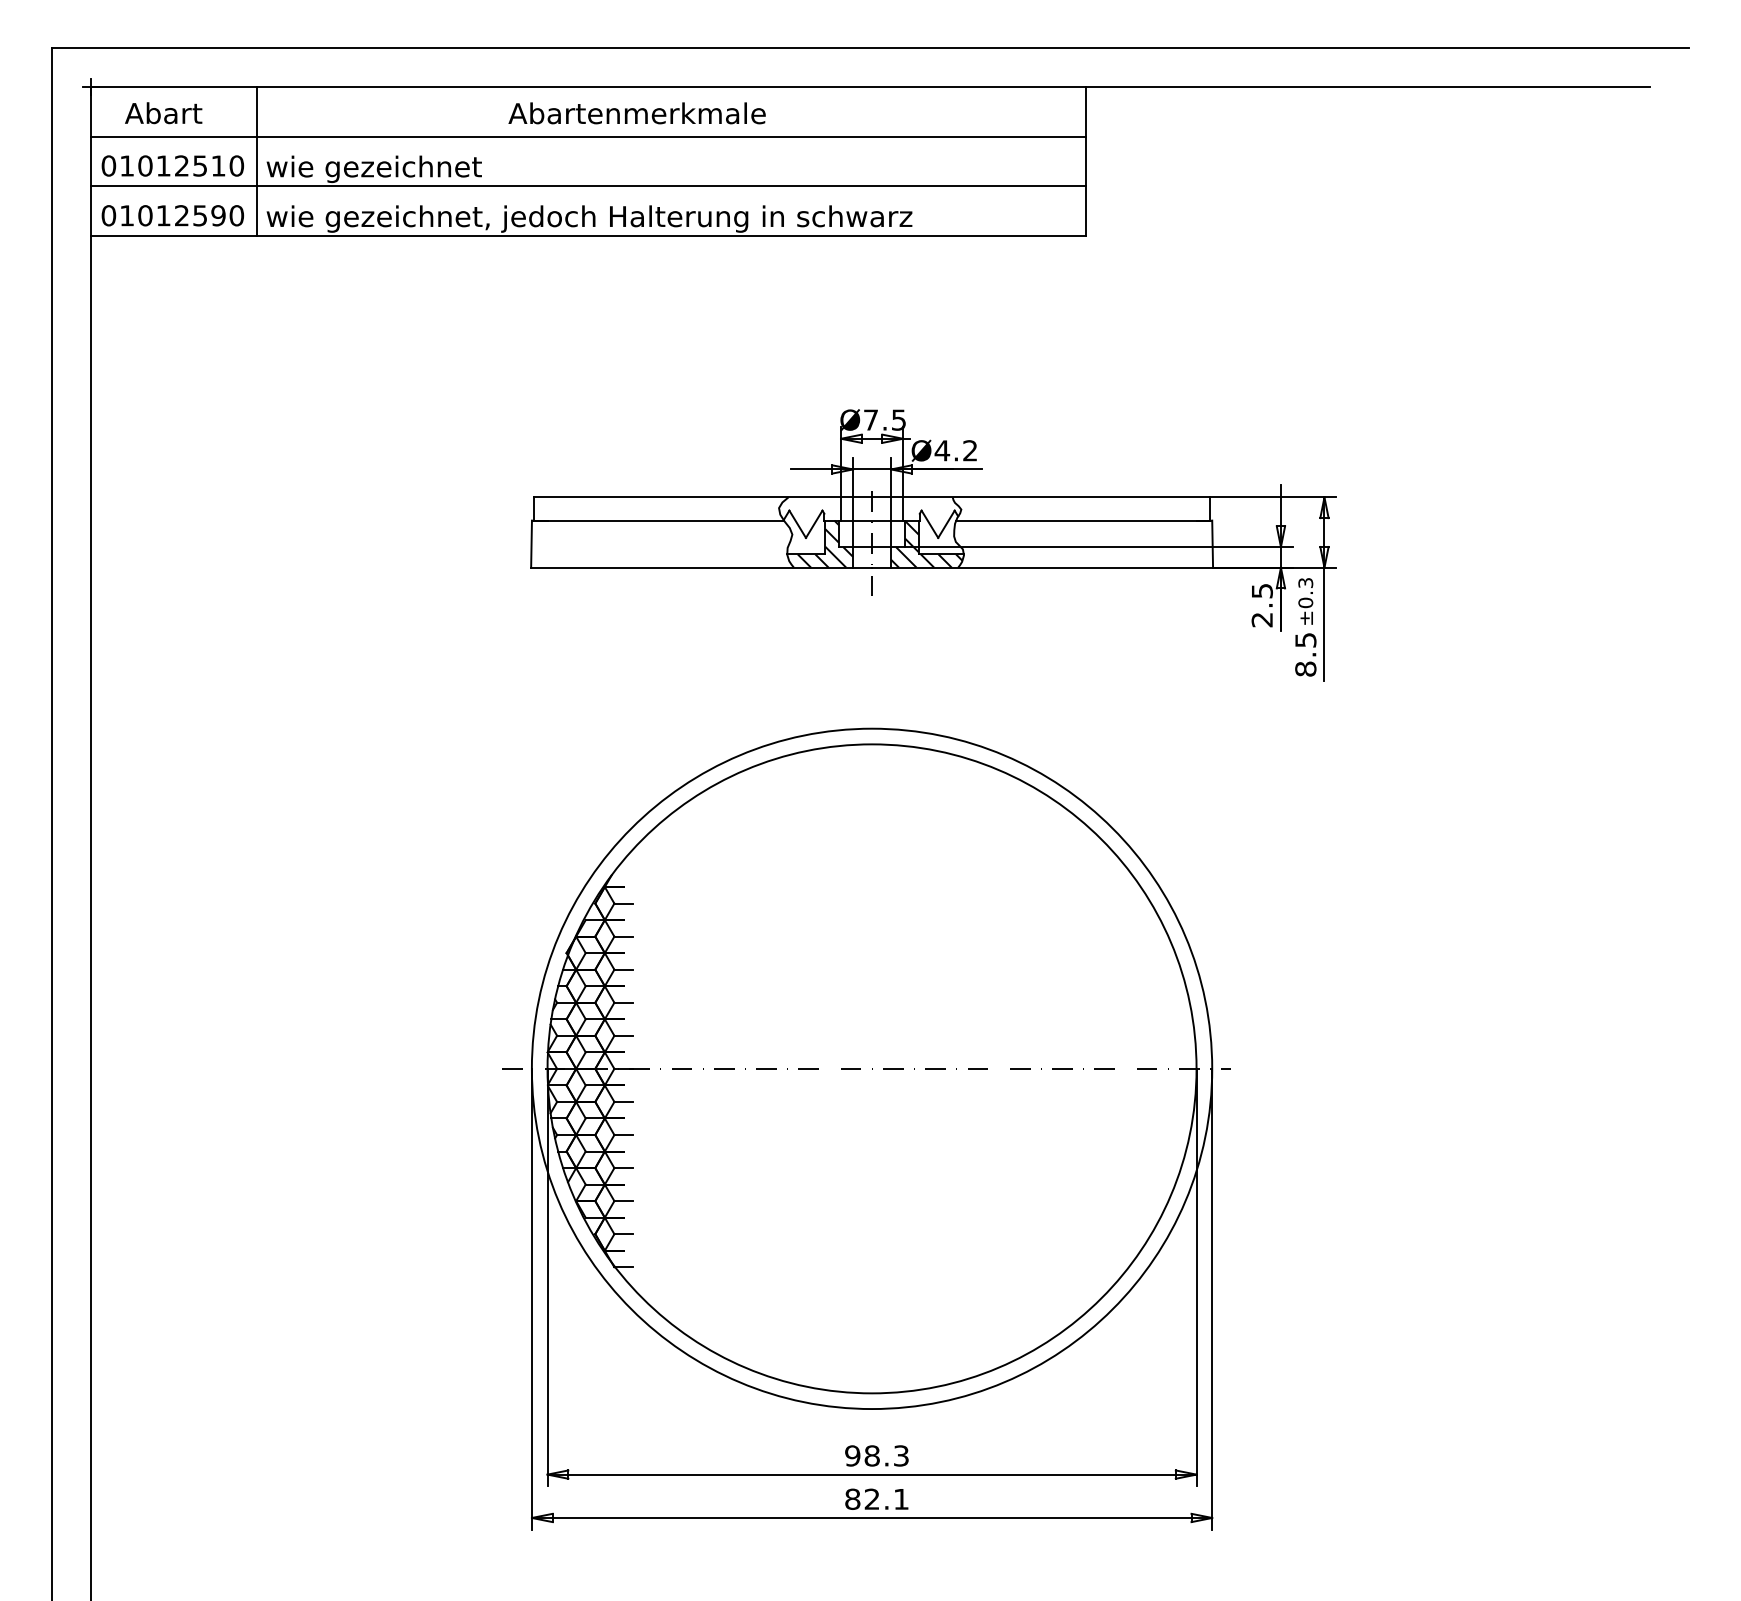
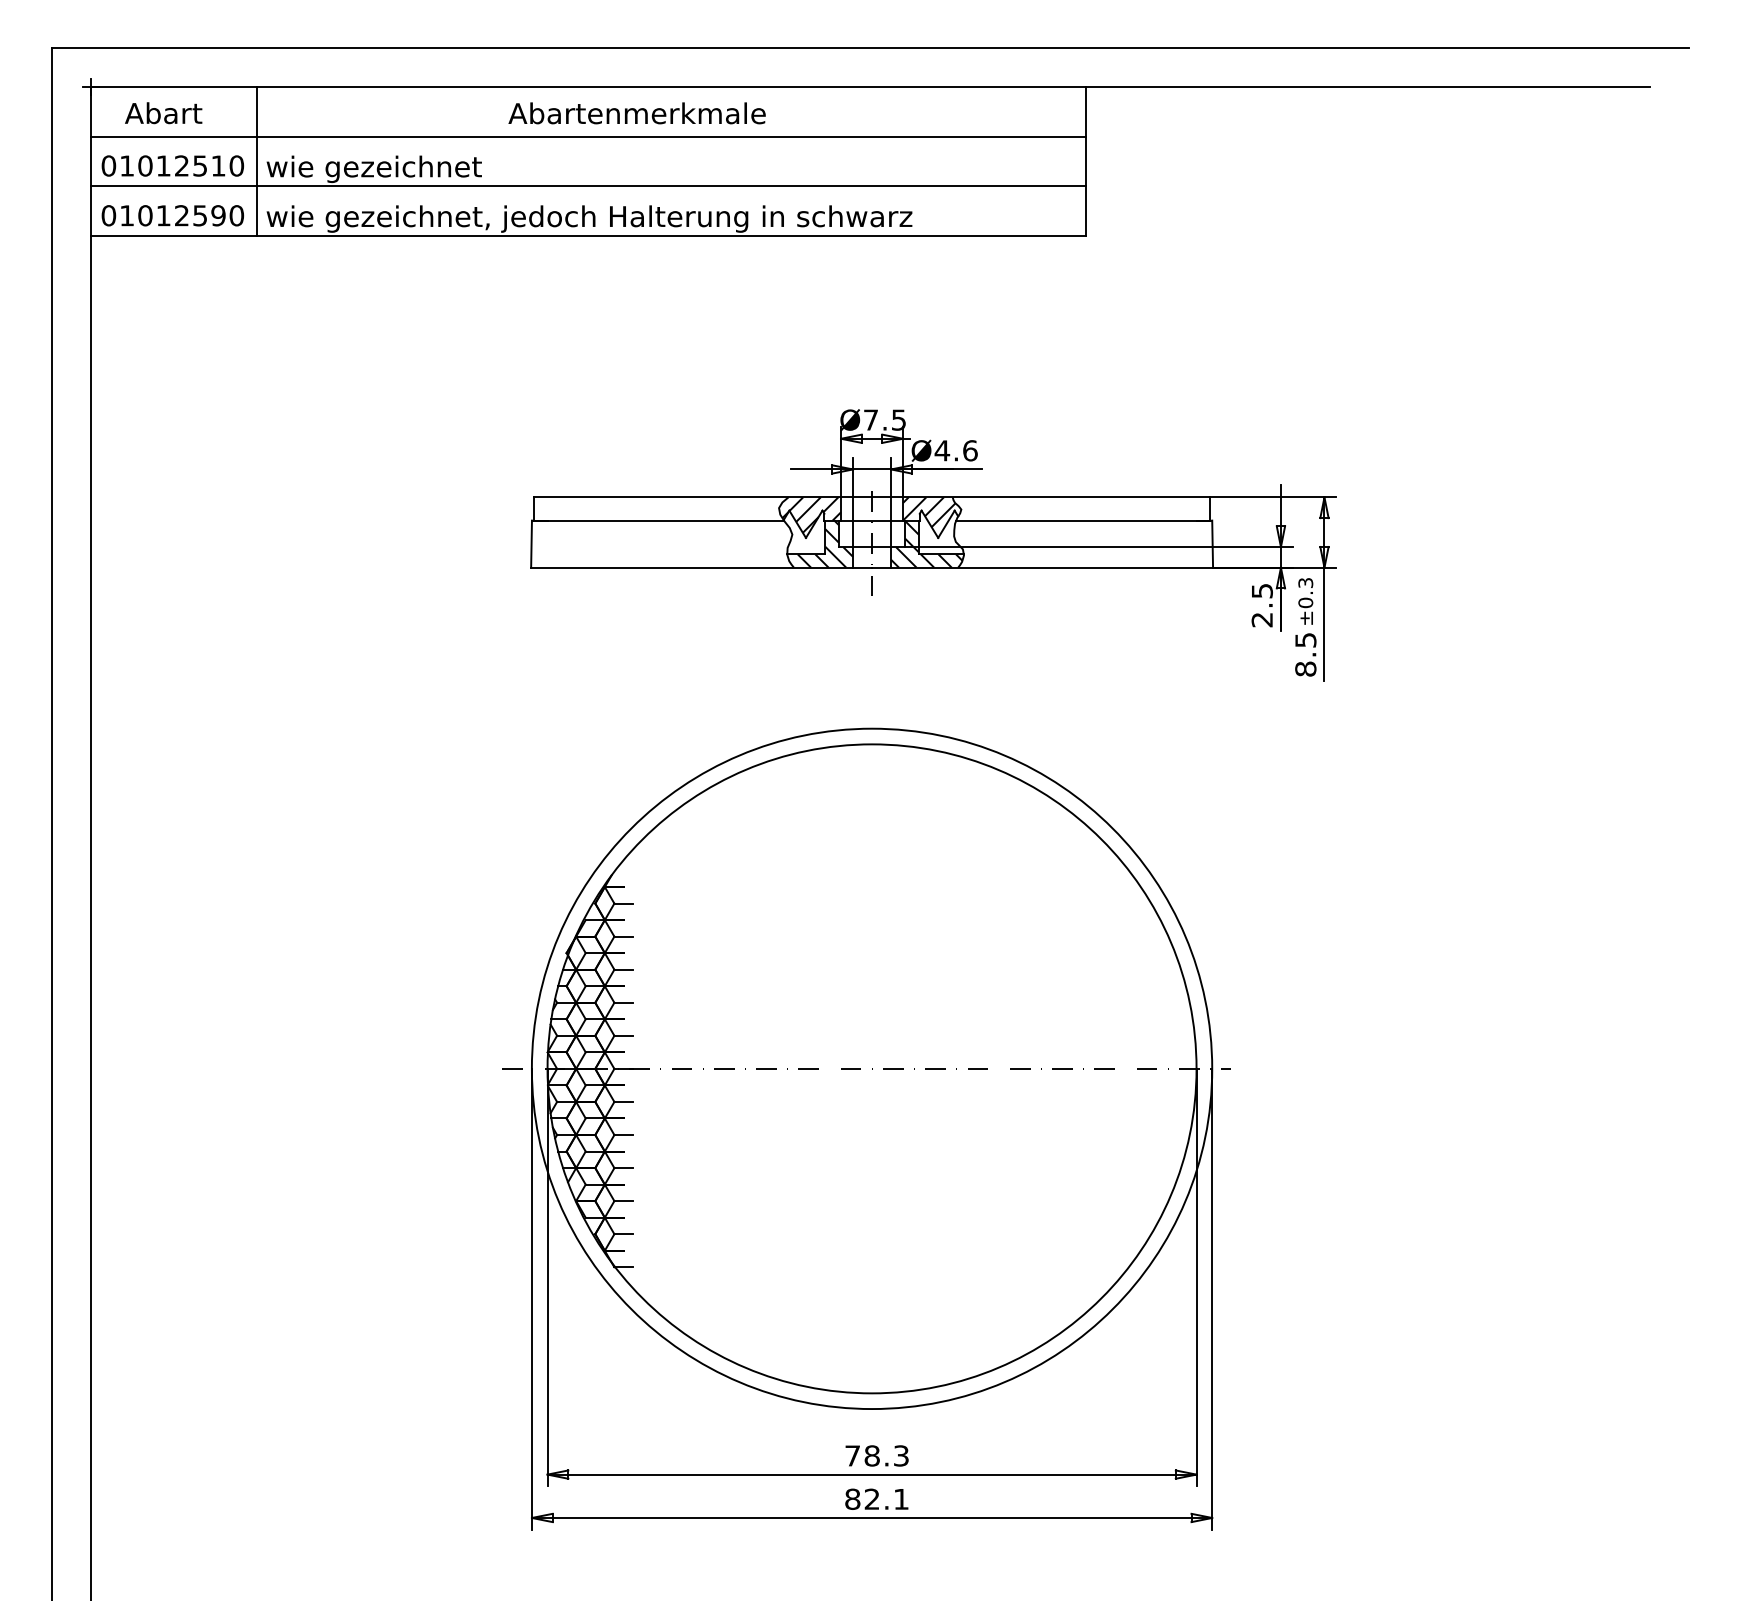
text at (970, 450): Ø4.2 -> Ø4.6
hatch at (929, 512): none -> present
hatch at (811, 514): none -> present
text at (852, 1455): 98.3 -> 78.3
